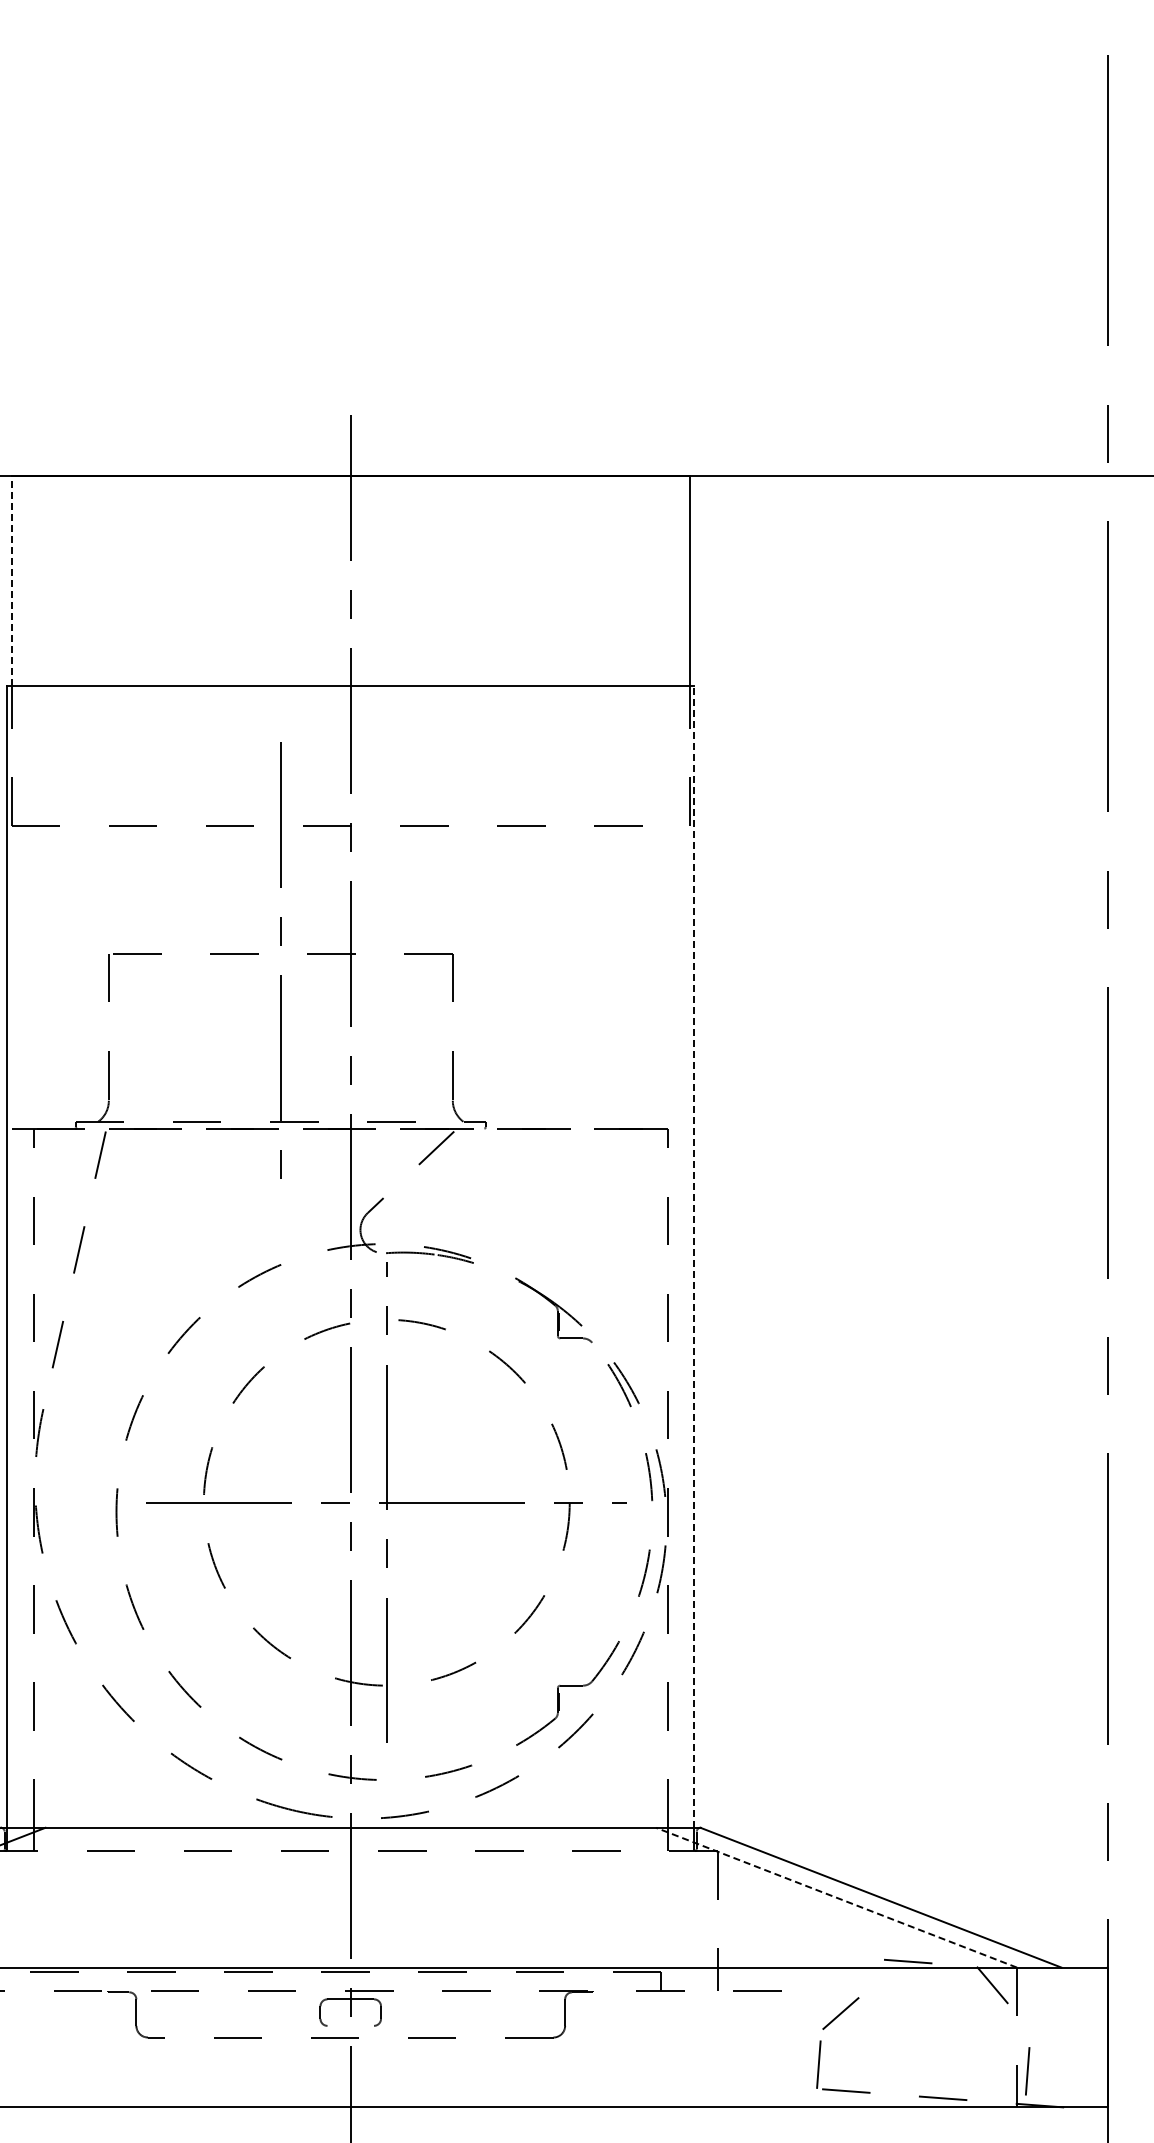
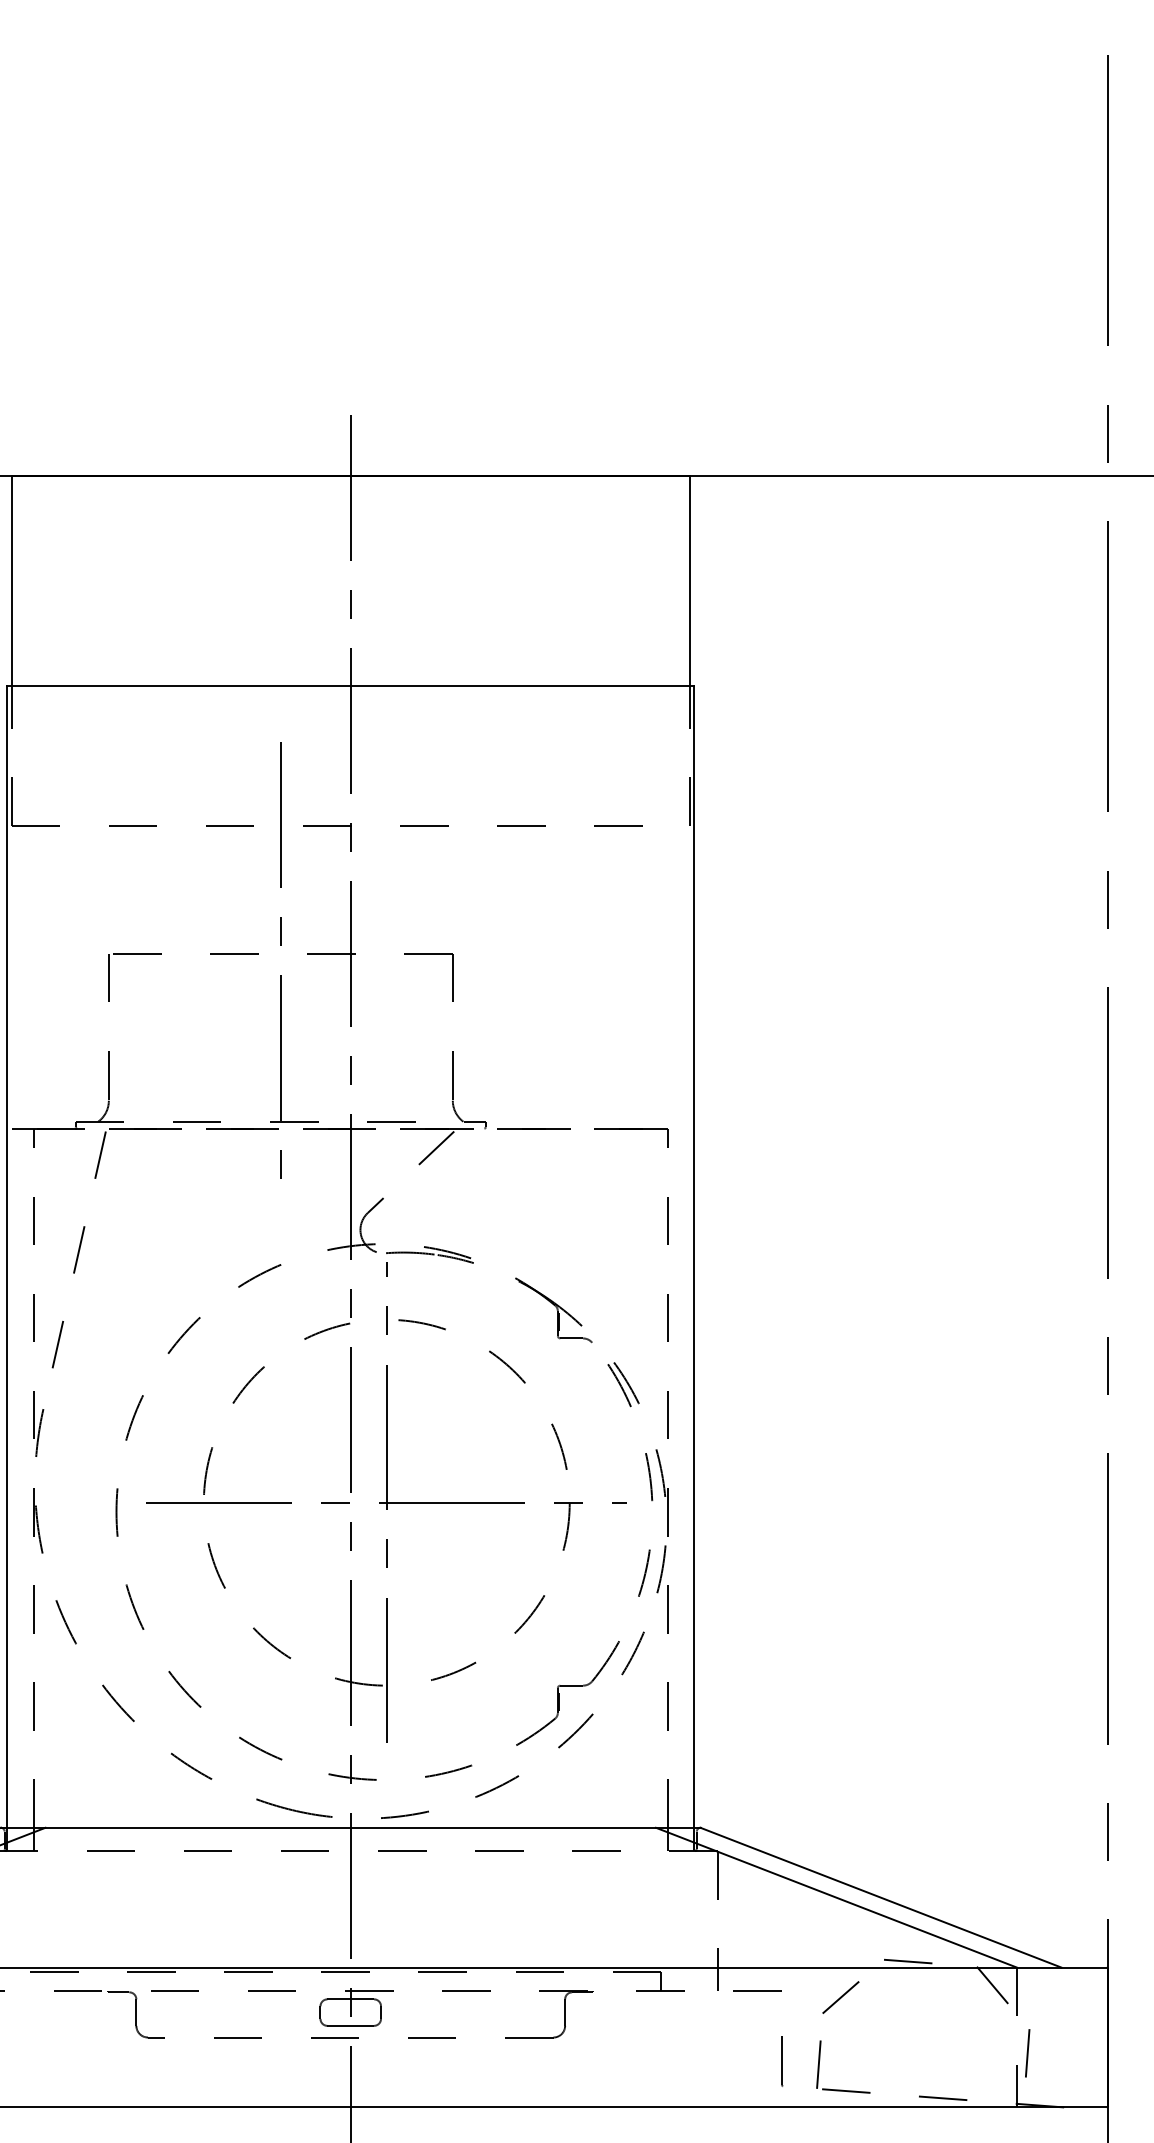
line at (11, 581): dashed -> solid
line at (694, 1256): dashed -> solid
line at (836, 1897): dashed -> solid
line at (840, 2013) position: (840, 2013) -> (840, 1997)
line at (350, 2025): none -> present
line at (782, 2061): none -> present
line at (1027, 2071) position: (1027, 2071) -> (1027, 2053)
